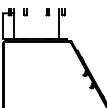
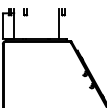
part at (47, 12): present -> none
